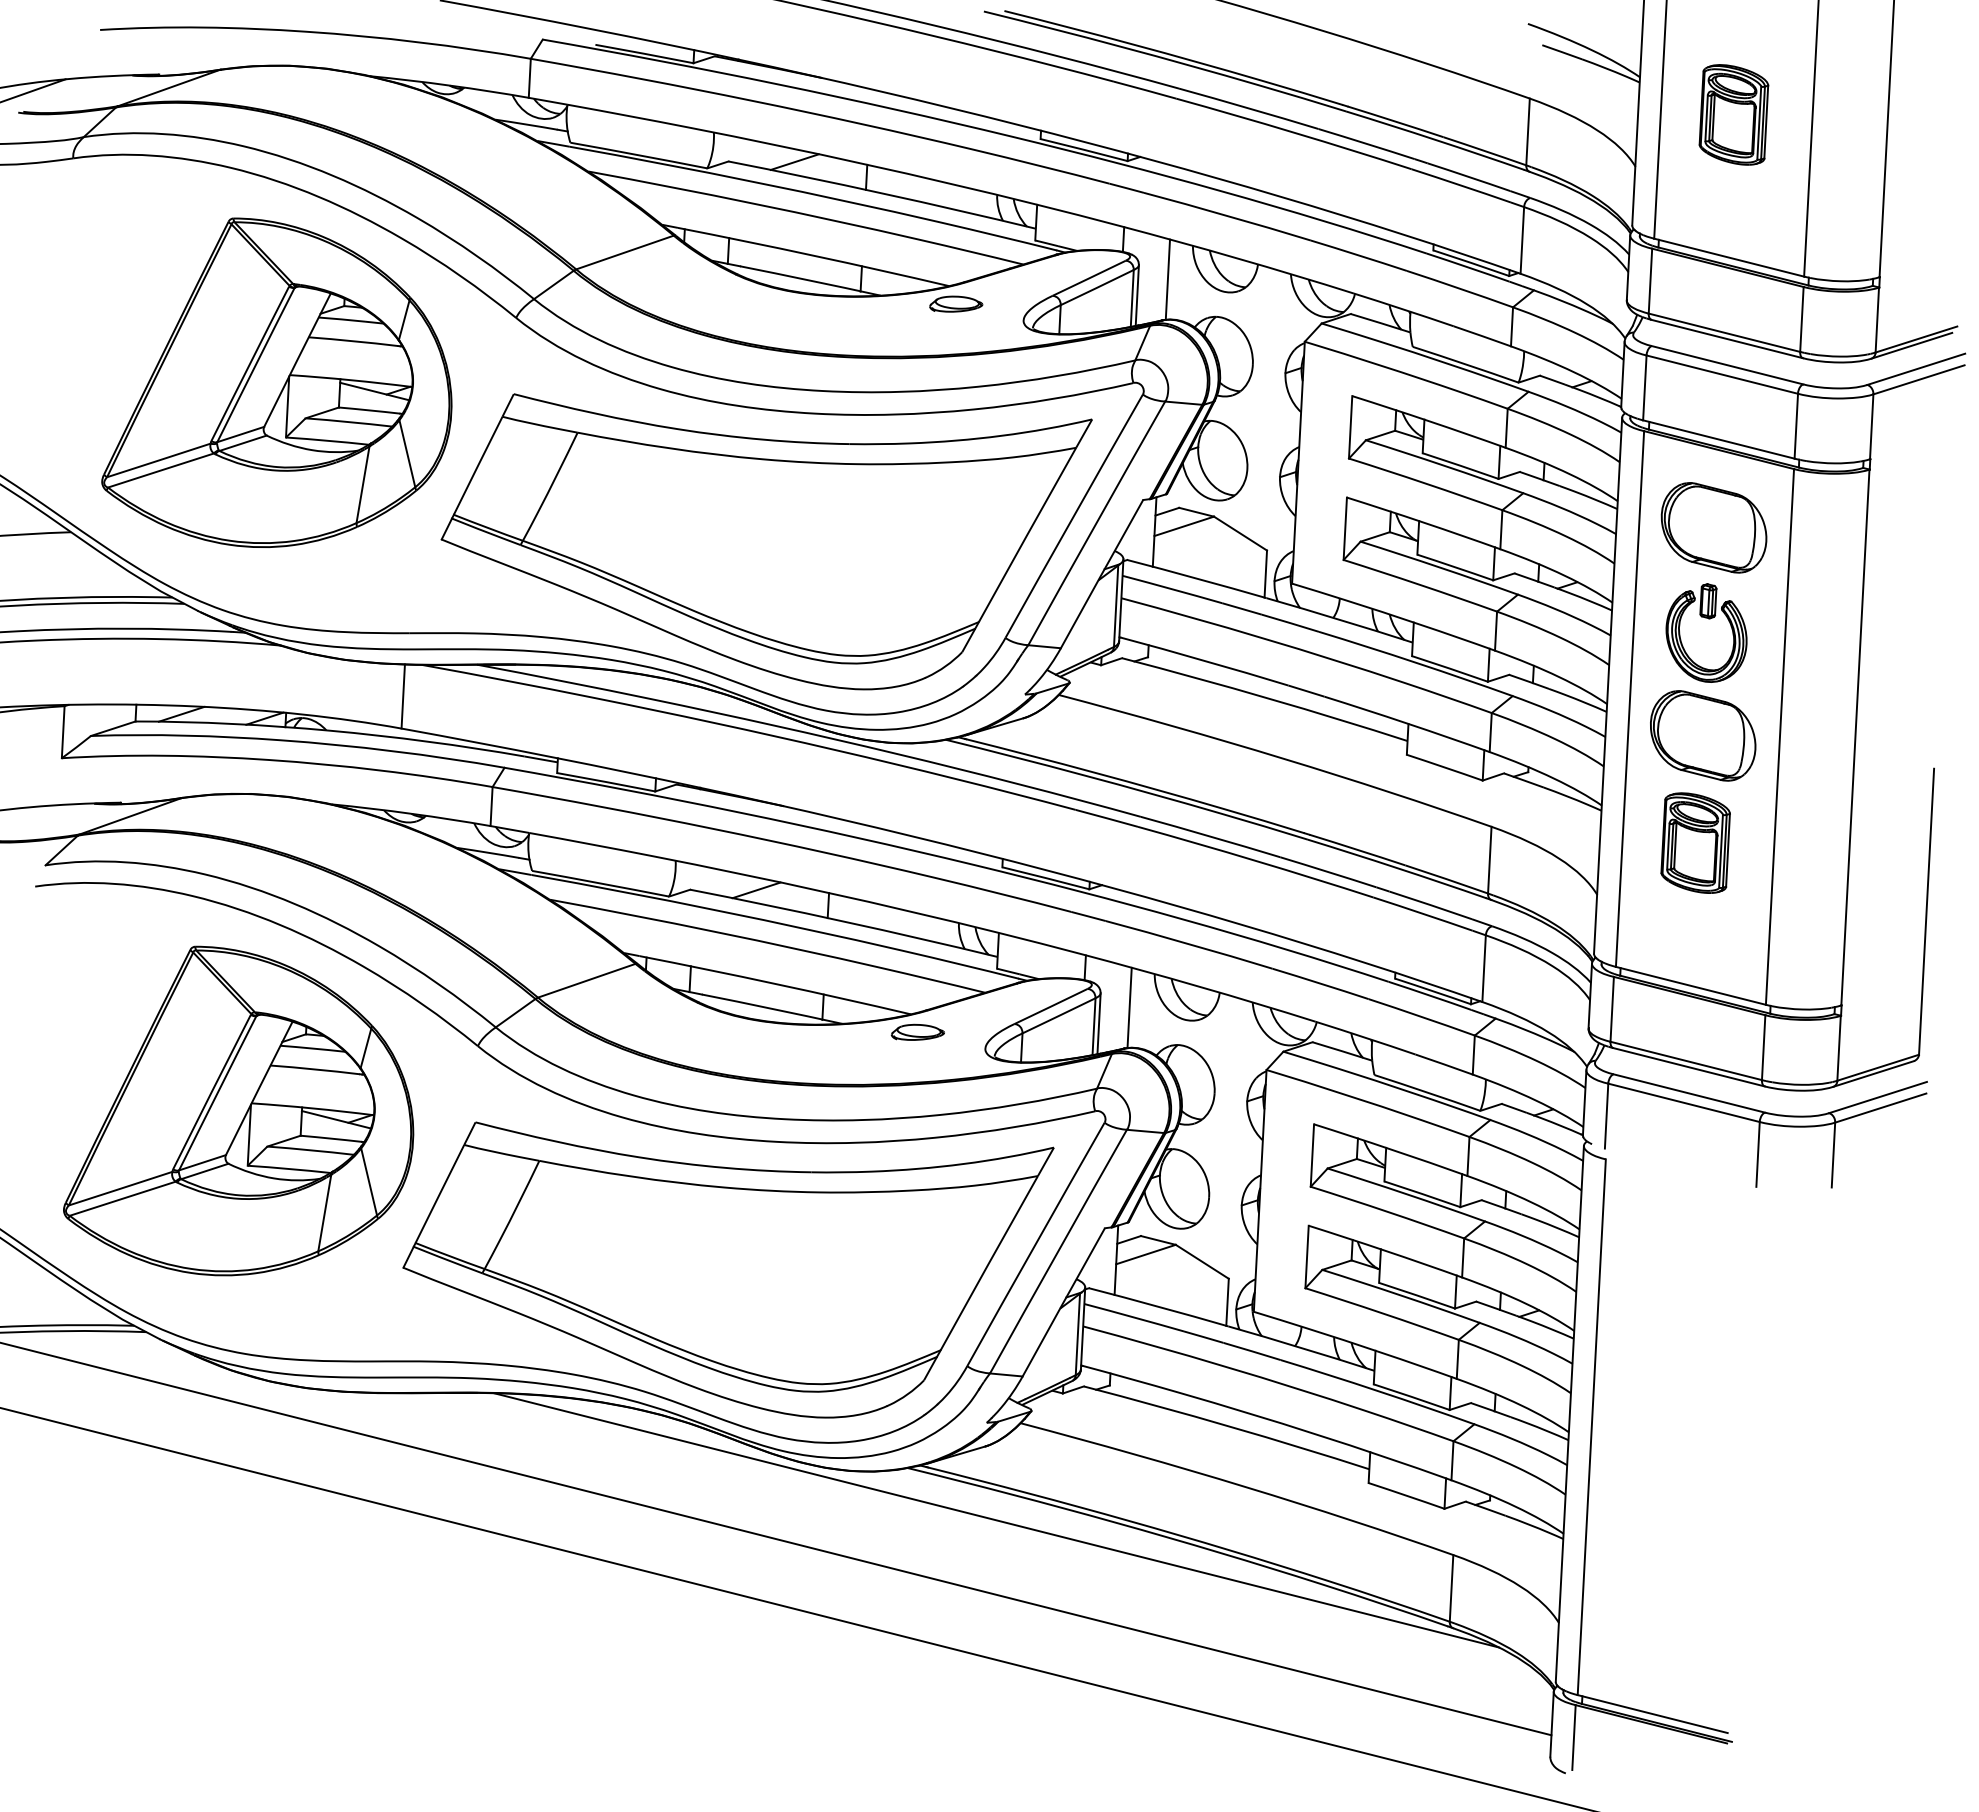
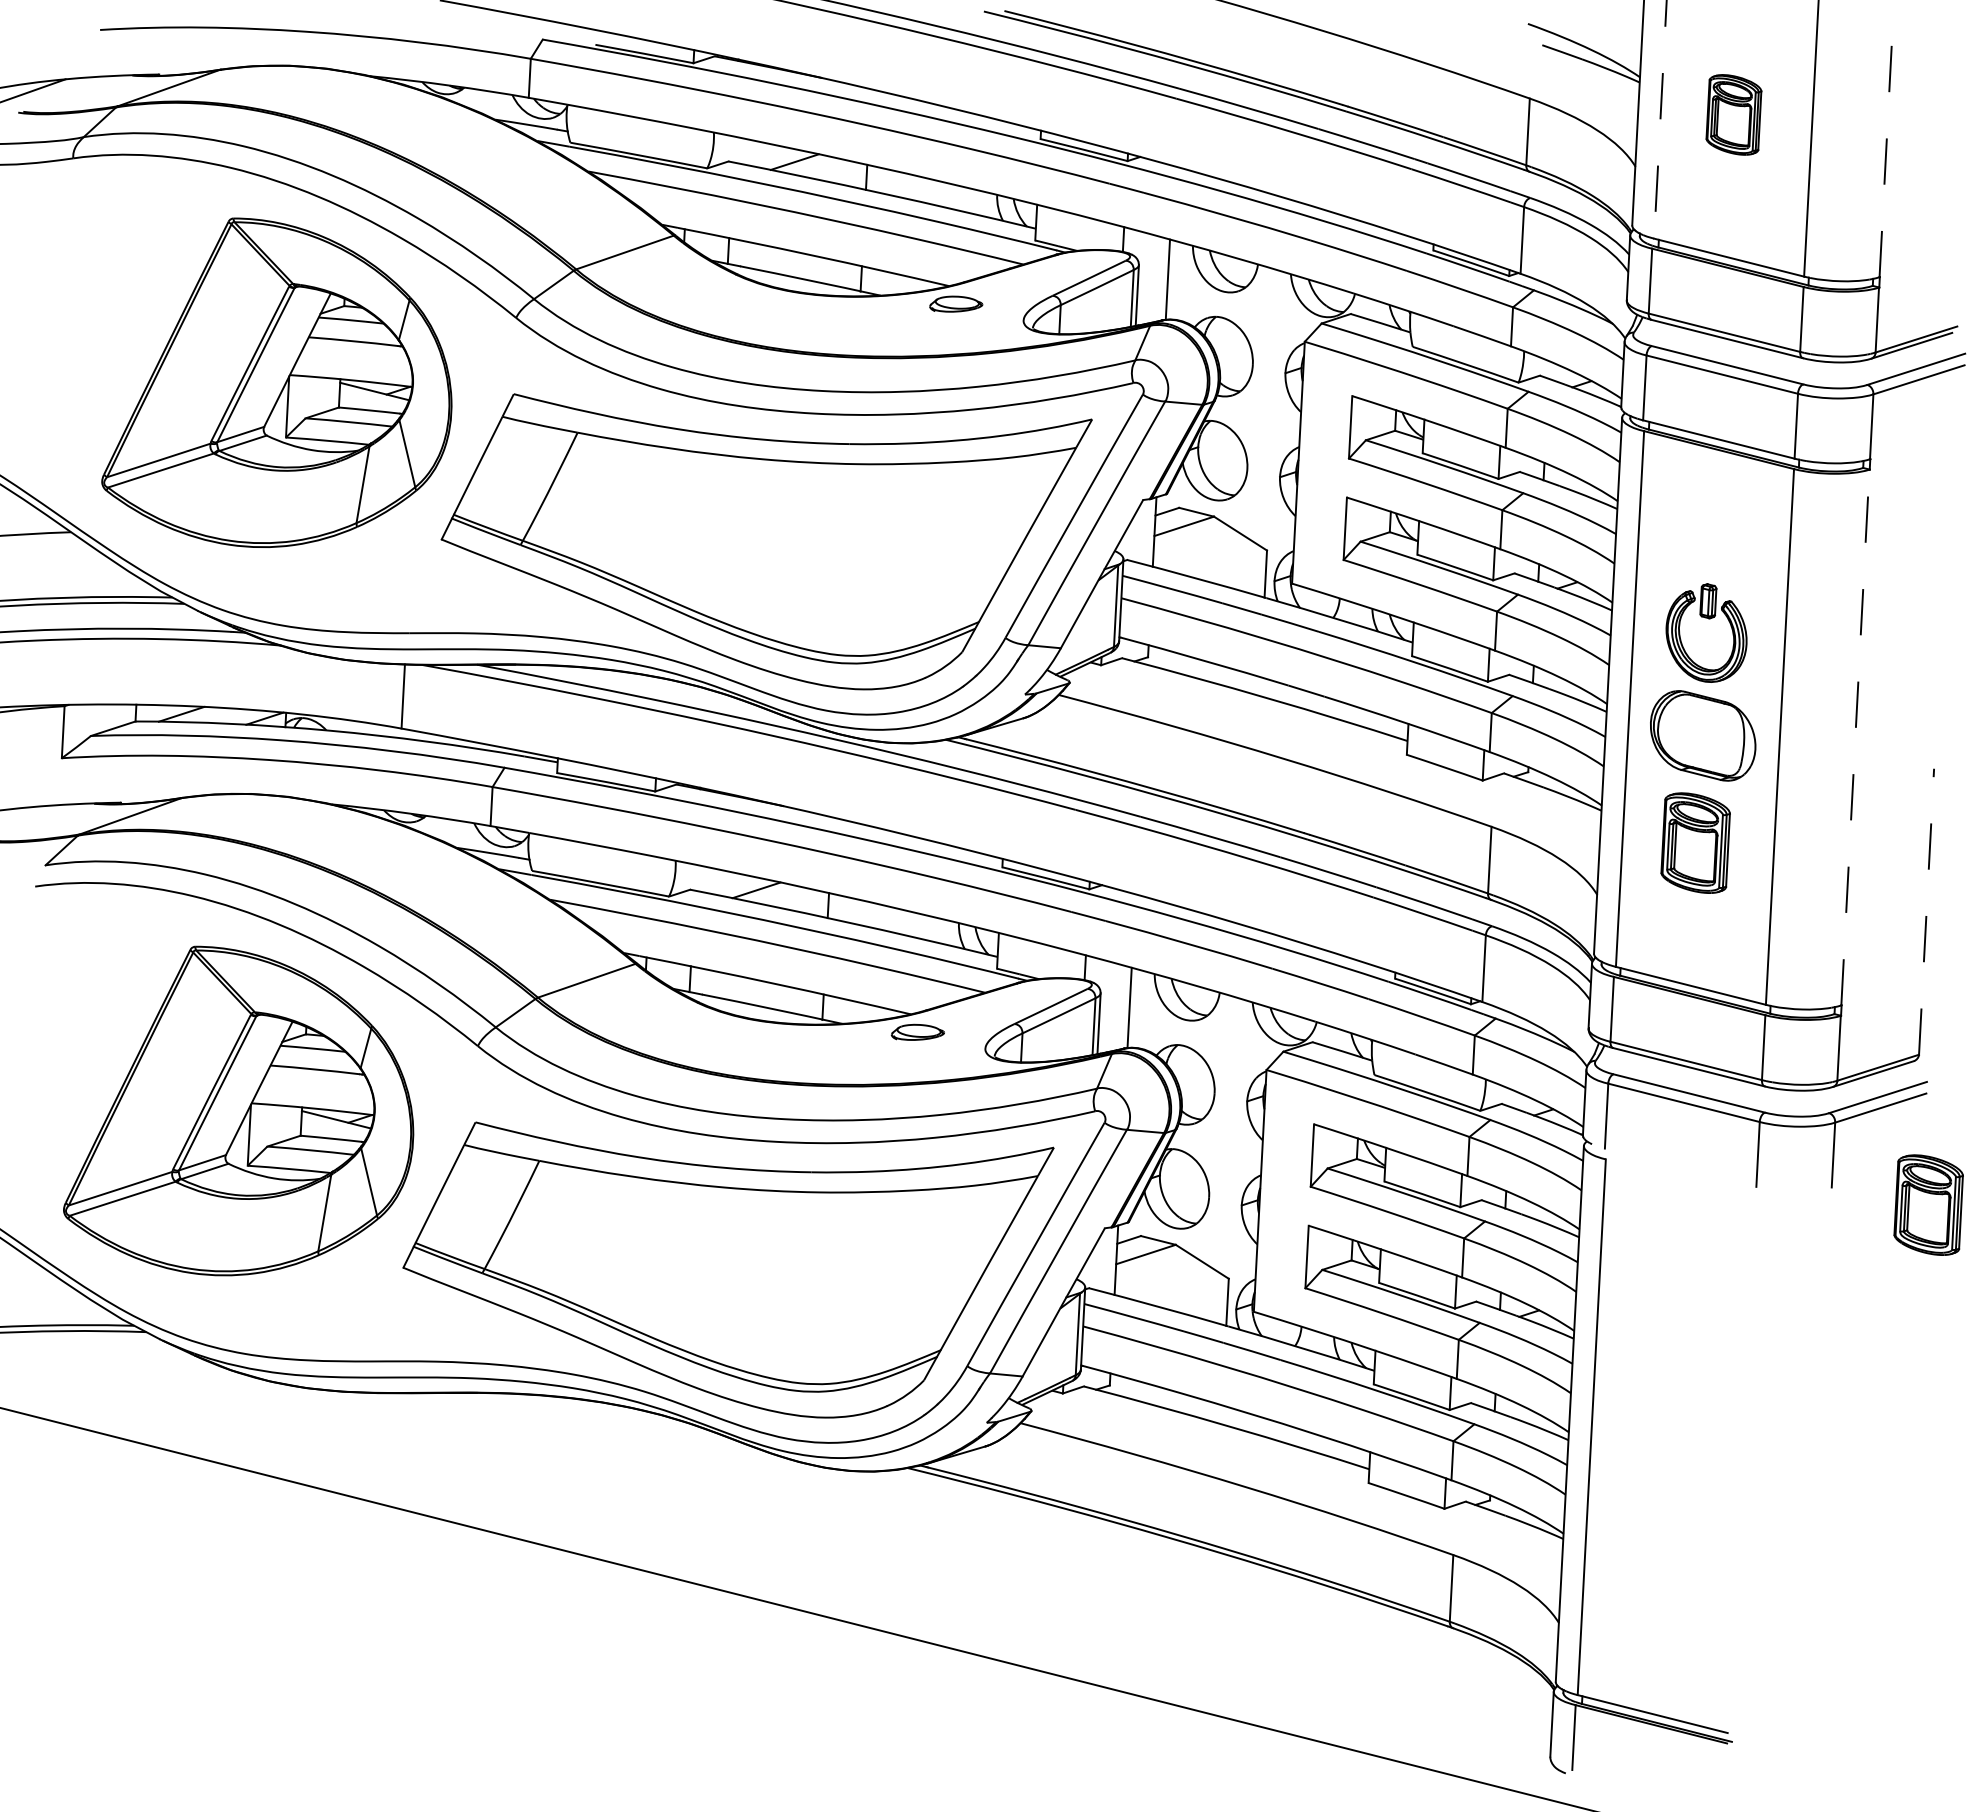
part at (1733, 114) size: 72x102 px -> 58x82 px
line at (1660, 119): solid -> dashed
line at (1886, 138): solid -> dashed
part at (1713, 527): present -> none
line at (1855, 737): solid -> dashed
line at (1926, 911): solid -> dashed
part at (1928, 1204): none -> present
line at (996, 1520): present -> none
line at (776, 1539): present -> none
